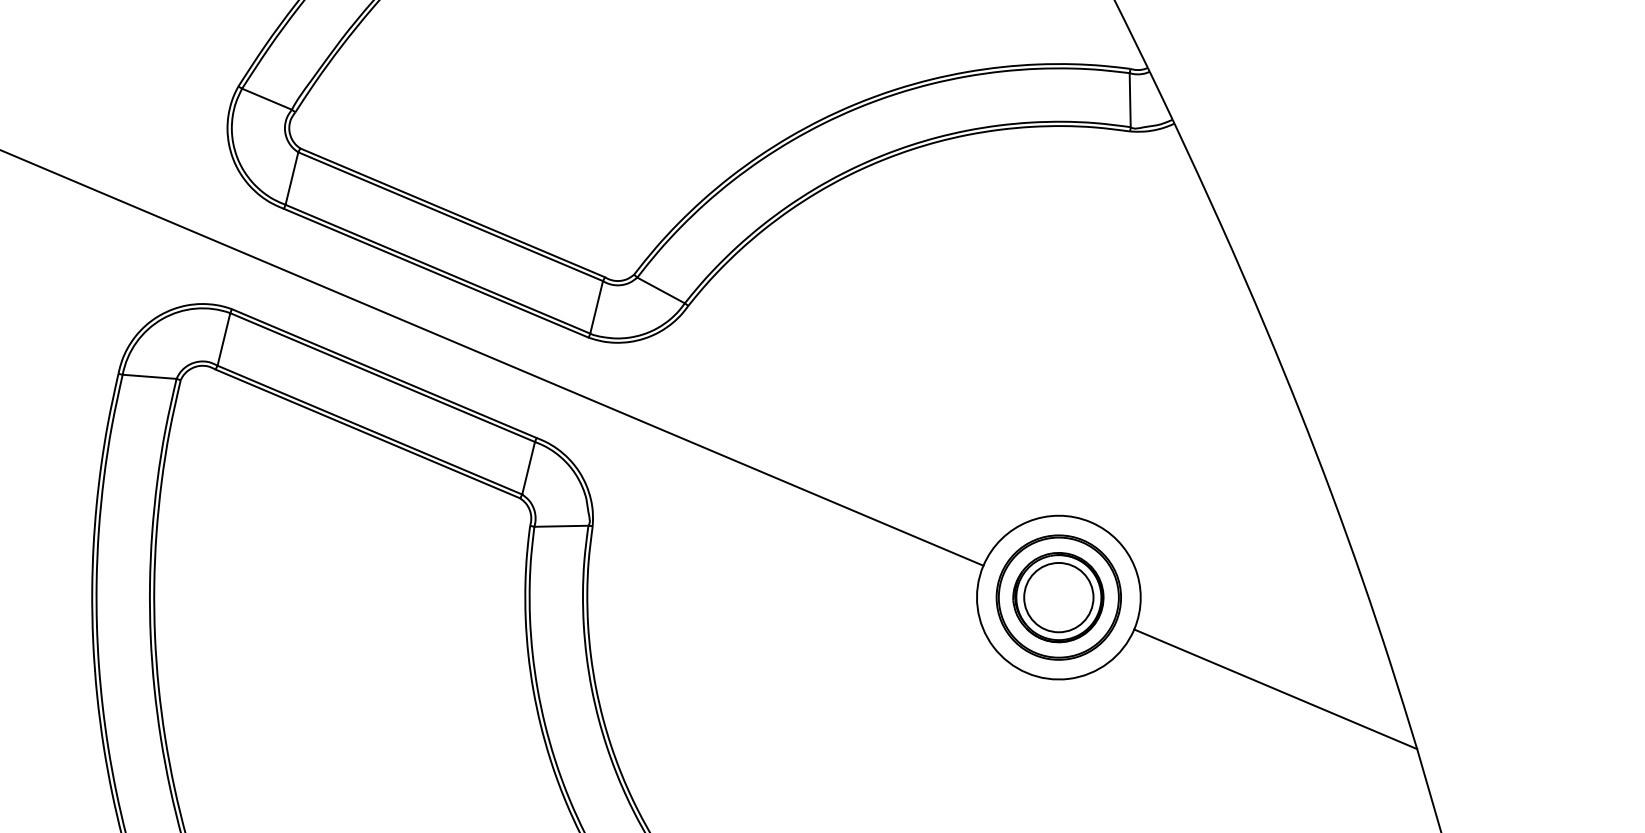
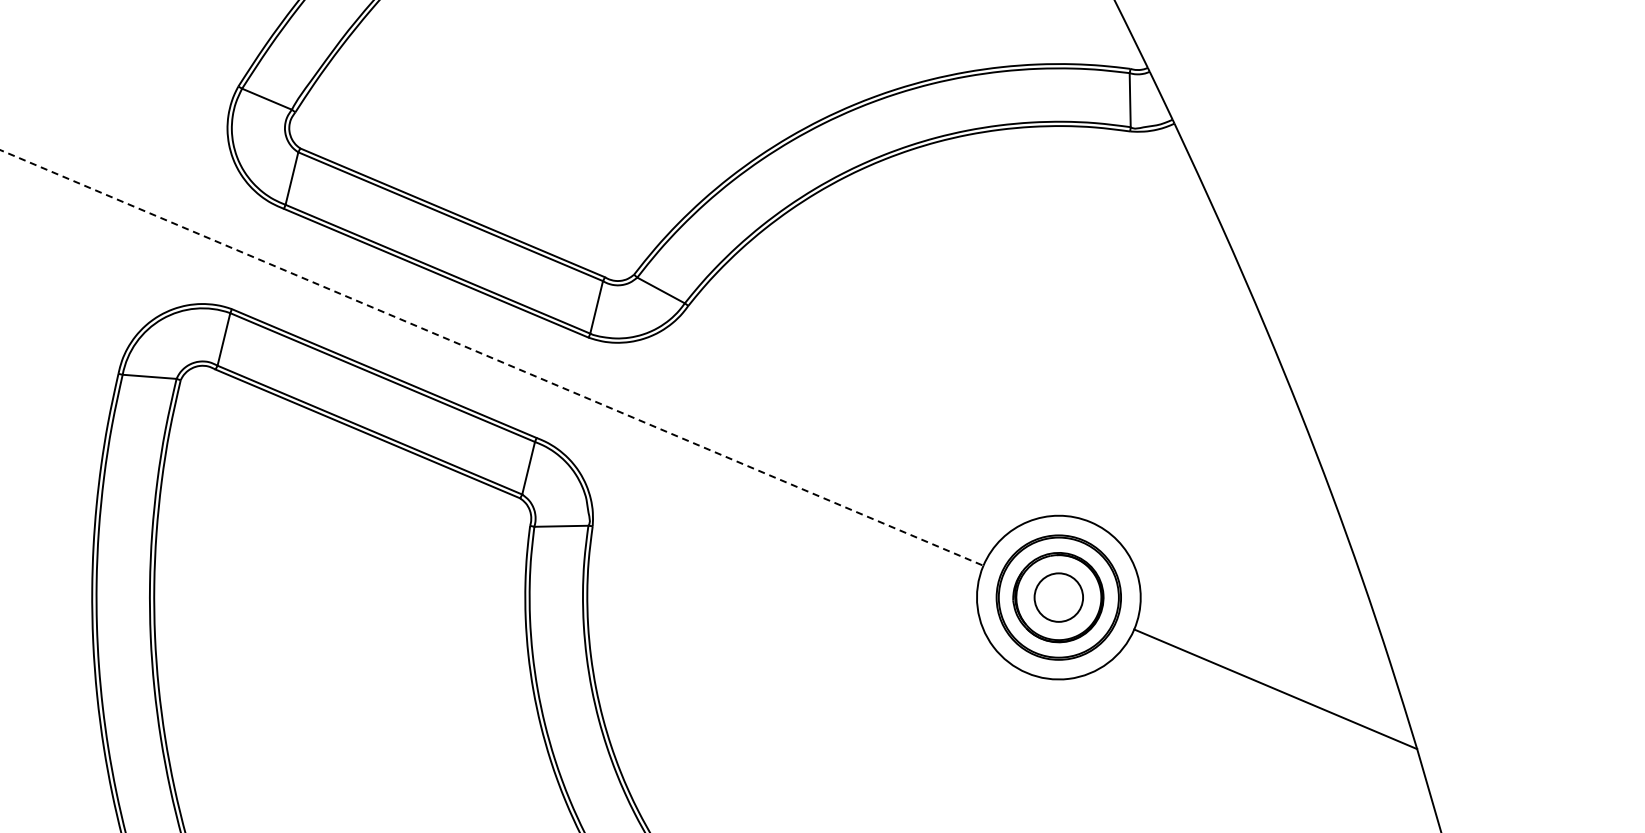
line at (491, 357): solid -> dashed
circle at (1058, 597) diameter: 69 px -> 49 px
